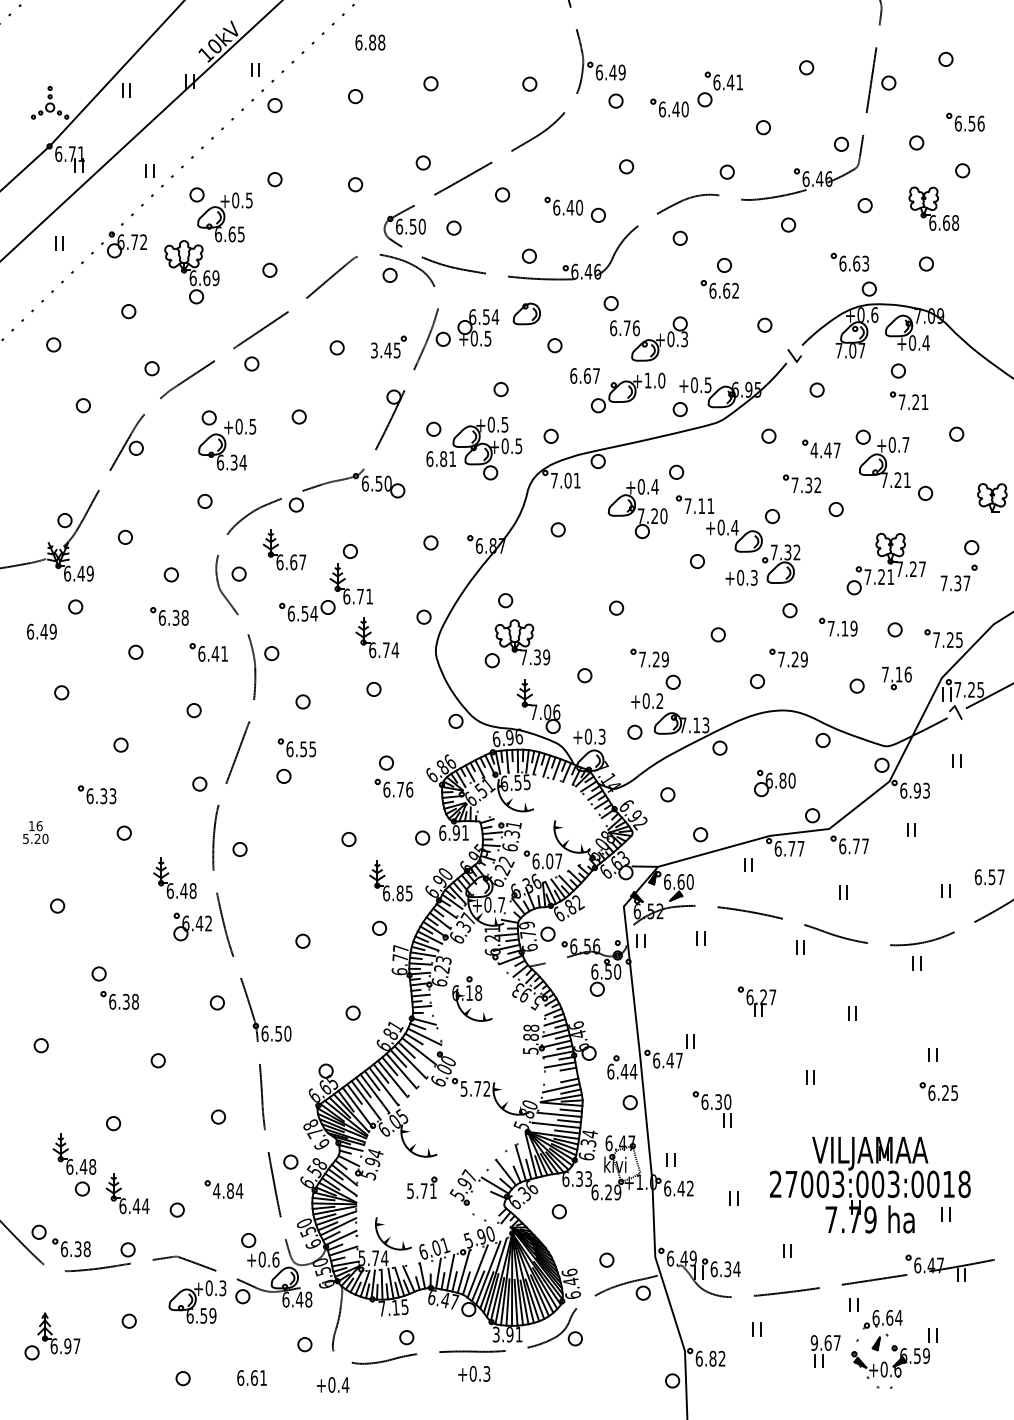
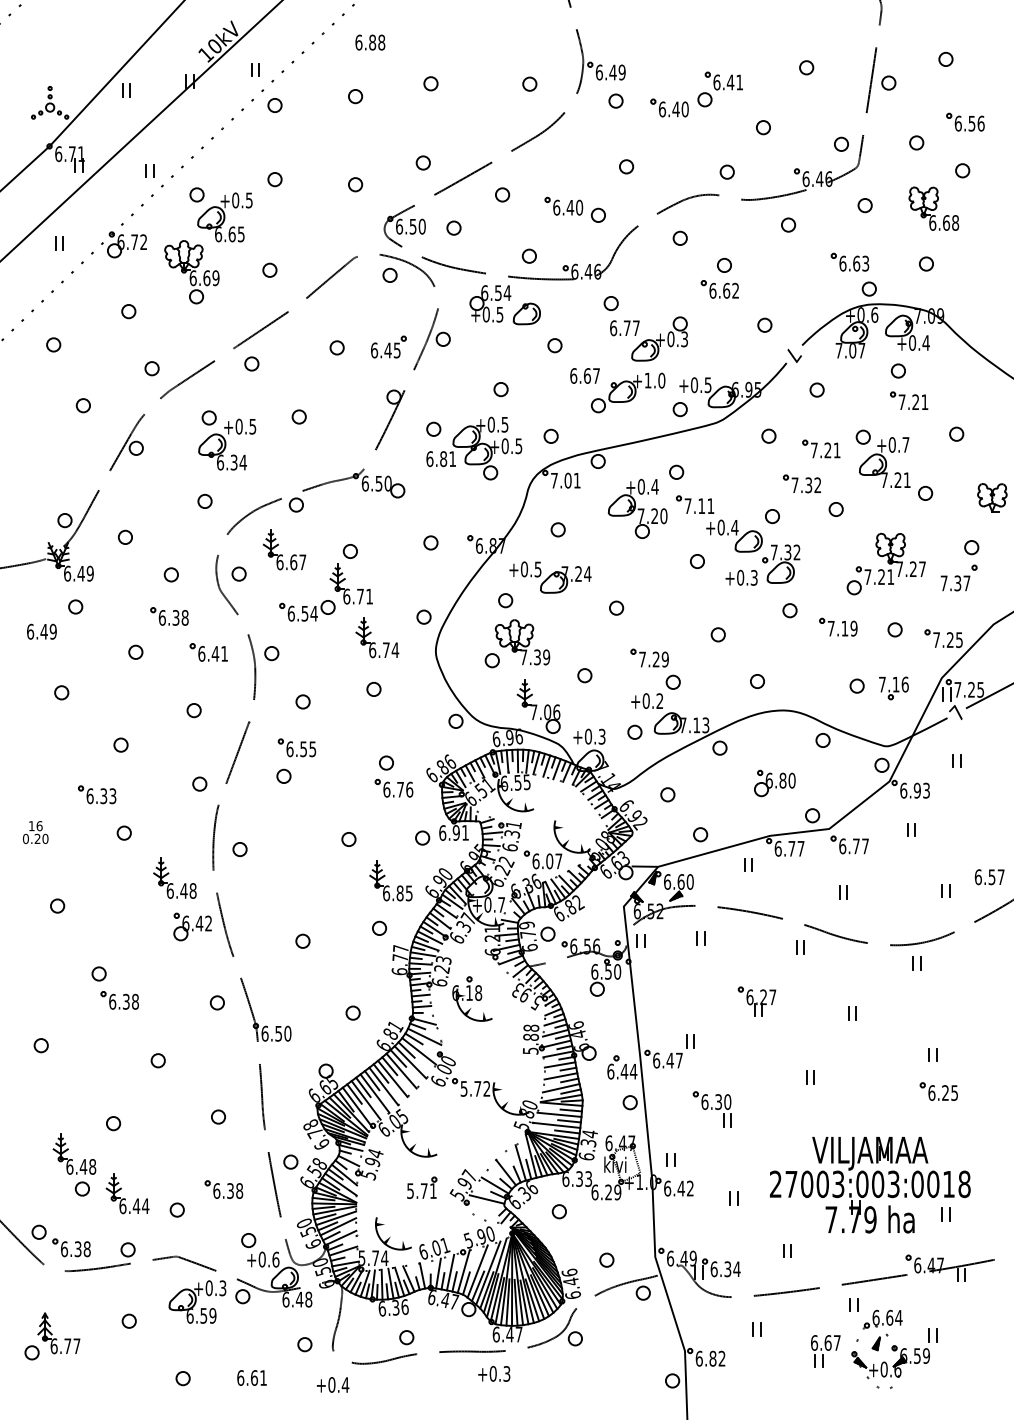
part at (478, 327) position: (478, 327) -> (490, 303)
text at (635, 328): 6.76 -> 6.77
text at (374, 350): 3.45 -> 6.45
text at (825, 450): 4.47 -> 7.21
part at (550, 577): none -> present
part at (788, 657): present -> none
part at (896, 678) position: (896, 678) -> (893, 688)
text at (25, 838): 5.20 -> 0.20
line at (560, 1076): none -> present
text at (228, 1190): 4.84 -> 6.38
line at (486, 1199): none -> present
text at (393, 1307): 7.15 -> 6.36
text at (507, 1334): 3.91 -> 6.47
text at (814, 1342): 9.67 -> 6.67
text at (67, 1346): 6.97 -> 6.77
text at (474, 1373) position: (474, 1373) -> (494, 1373)
